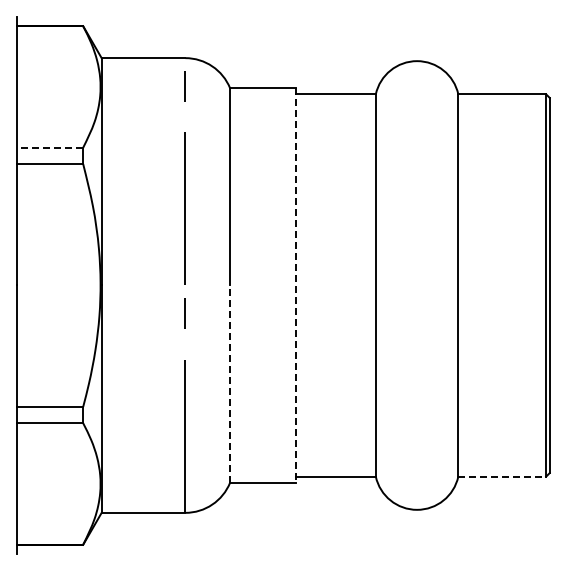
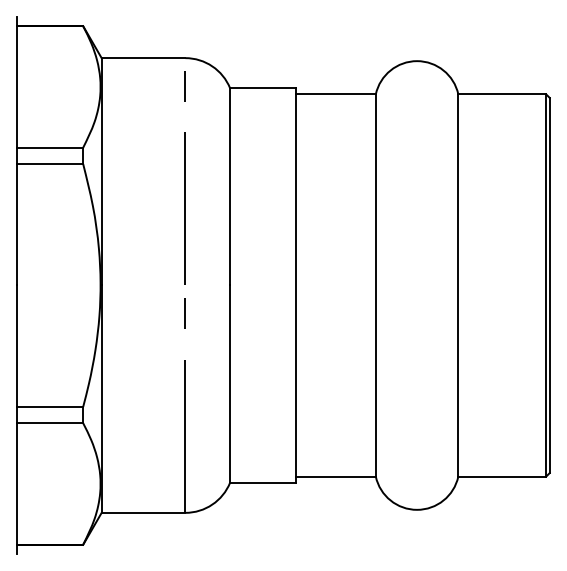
line at (50, 147): dashed -> solid
line at (296, 286): dashed -> solid
line at (230, 384): dashed -> solid
line at (502, 476): dashed -> solid
